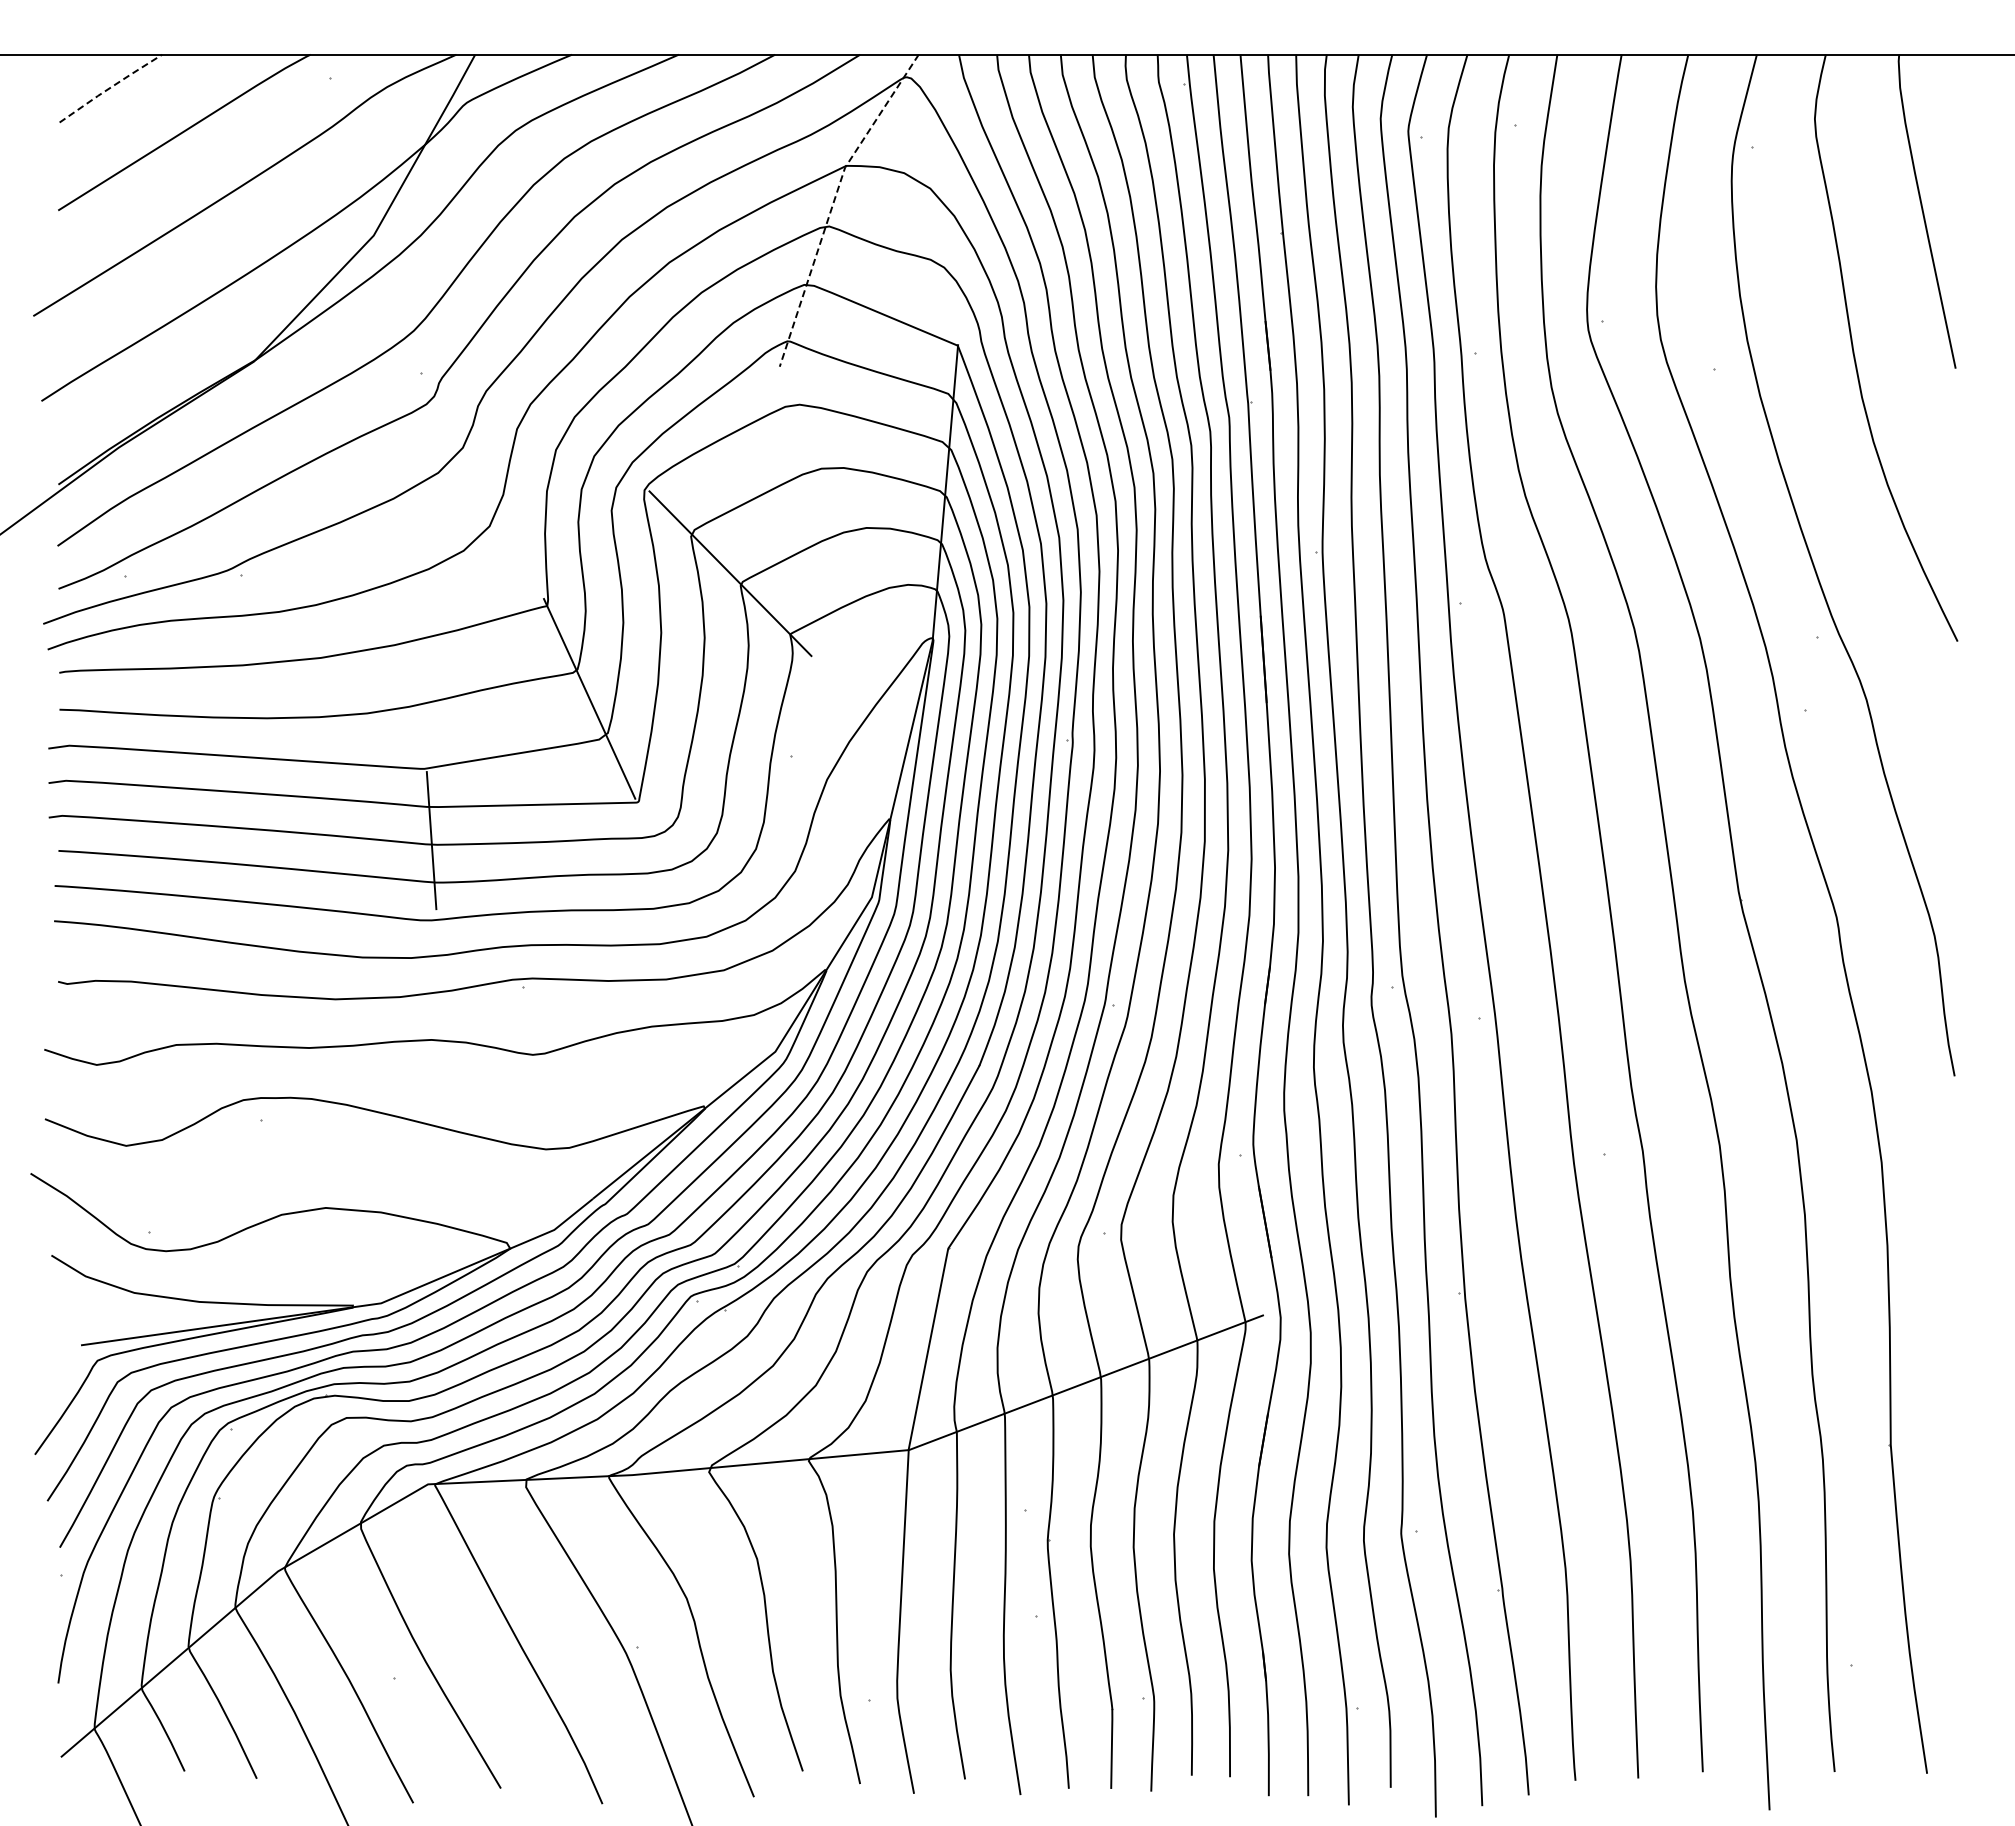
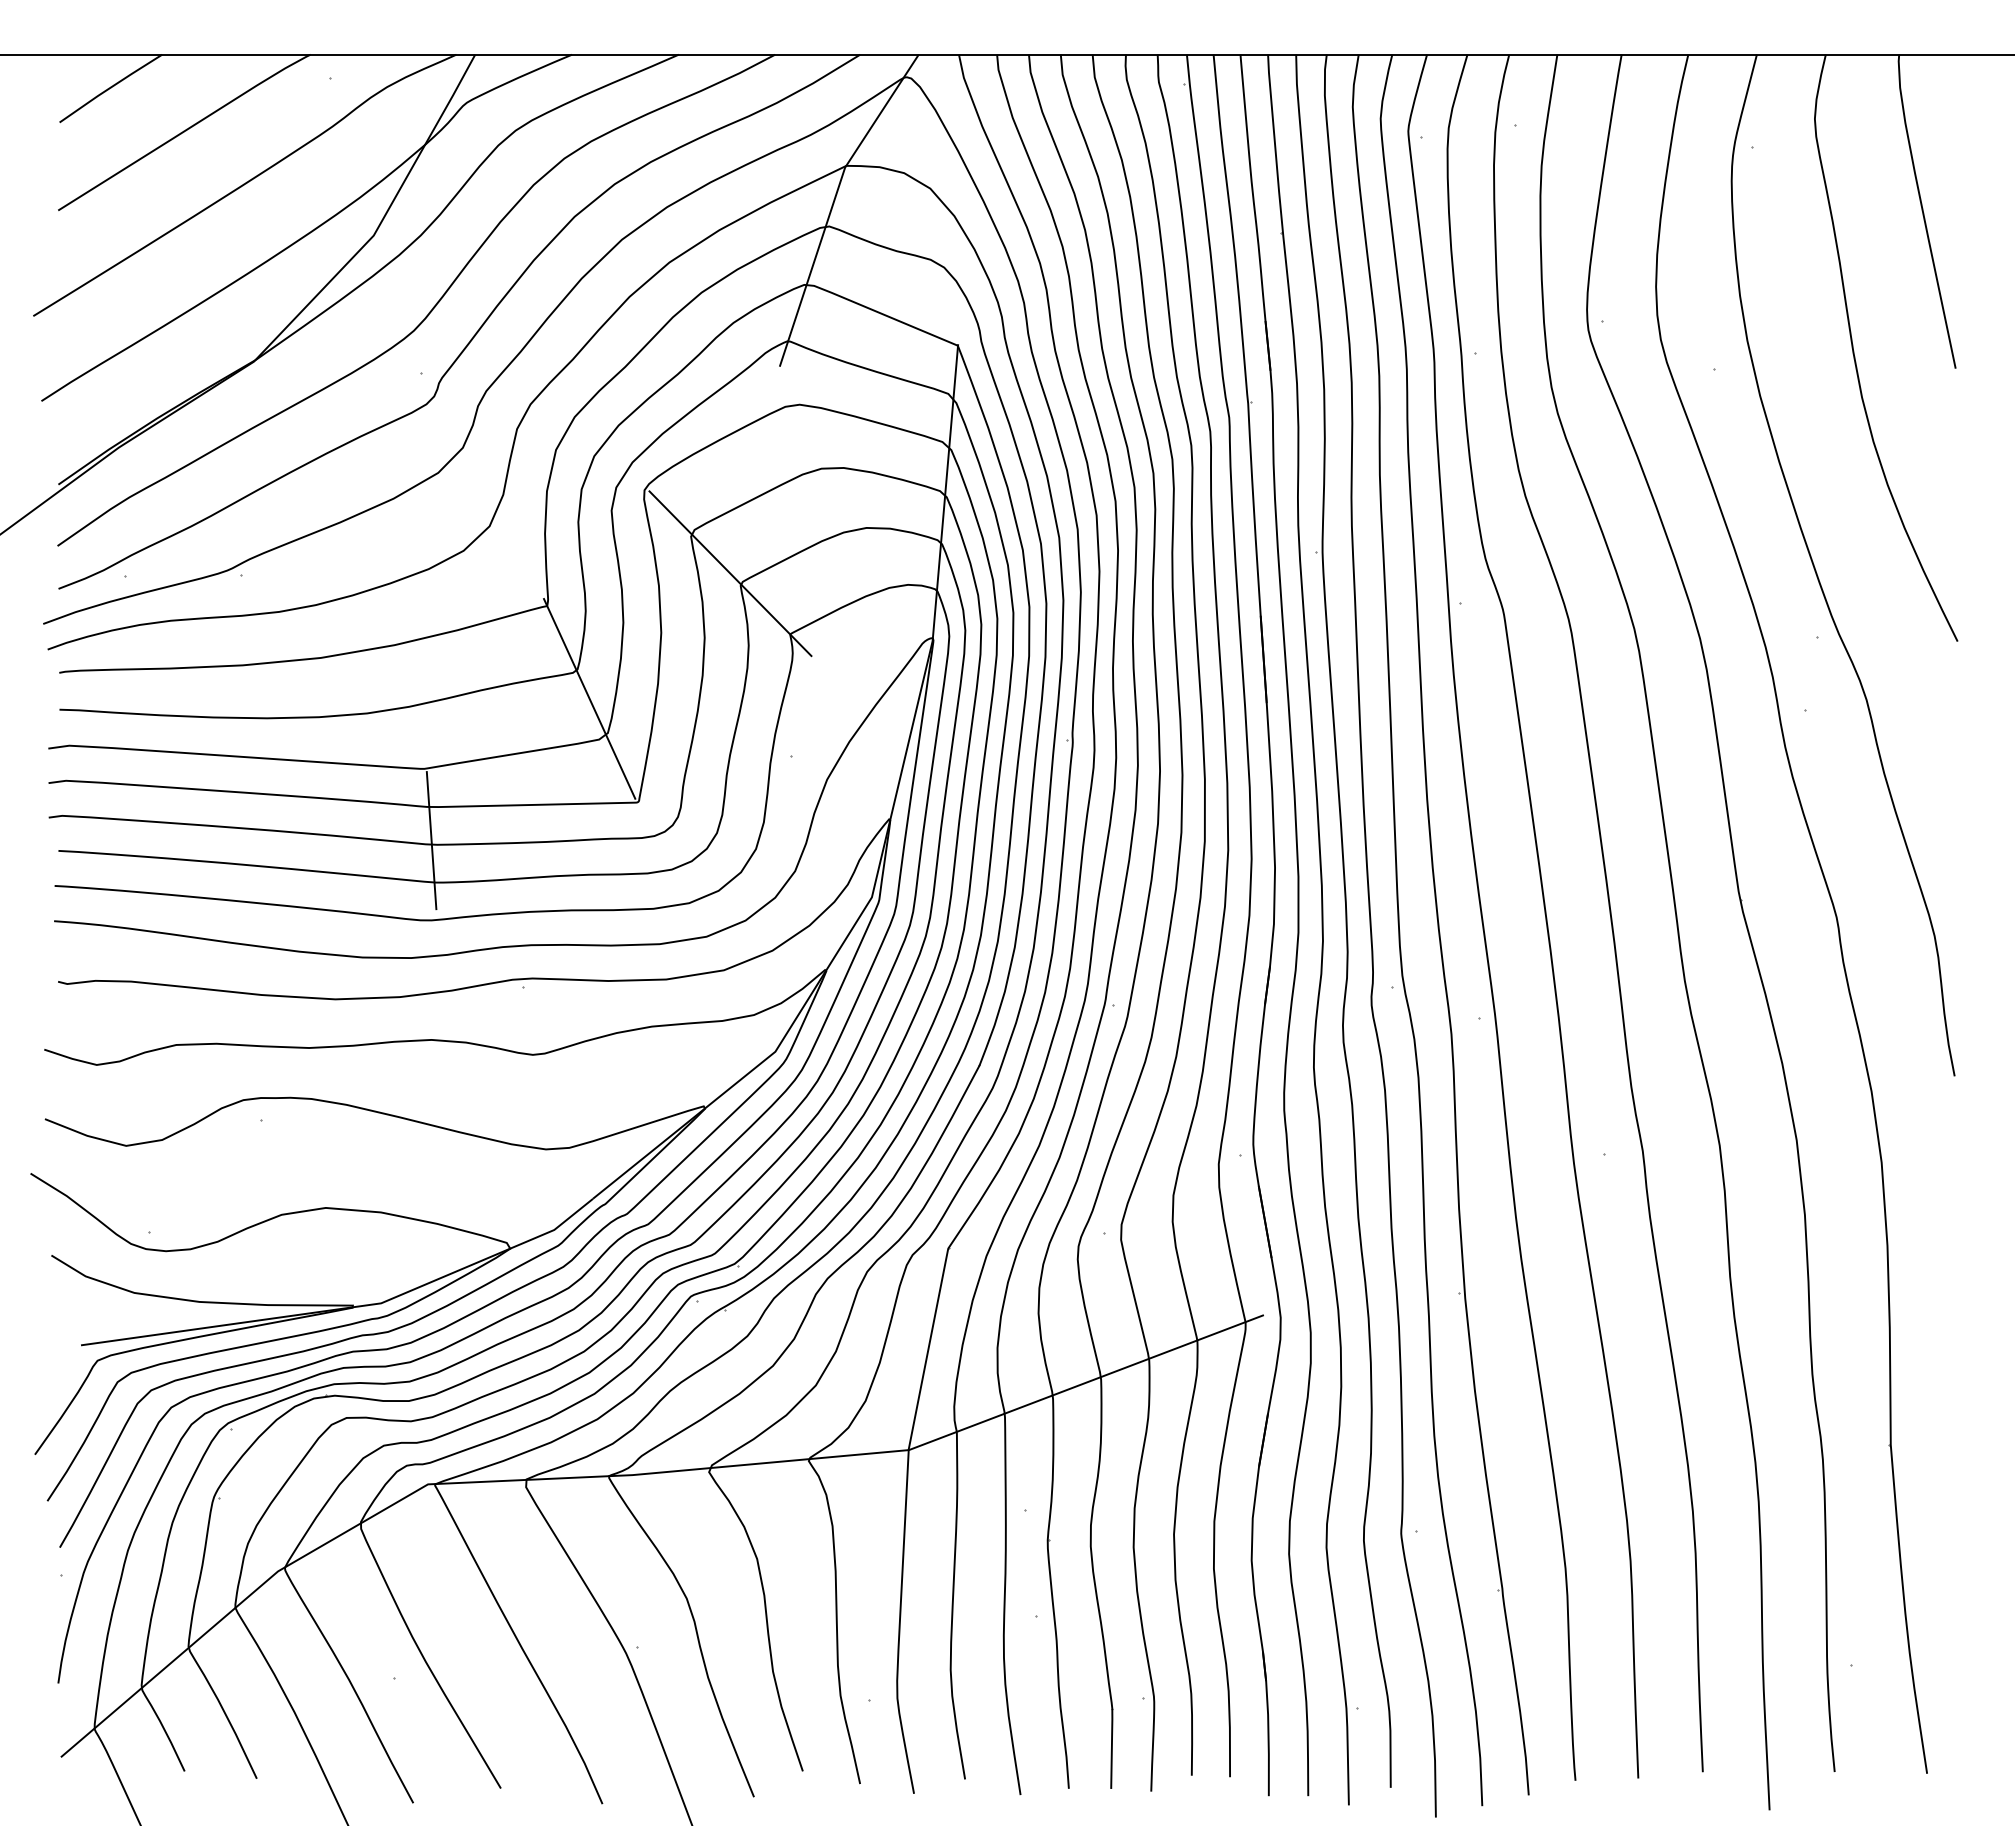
line at (111, 87): dashed -> solid
line at (833, 202): dashed -> solid
